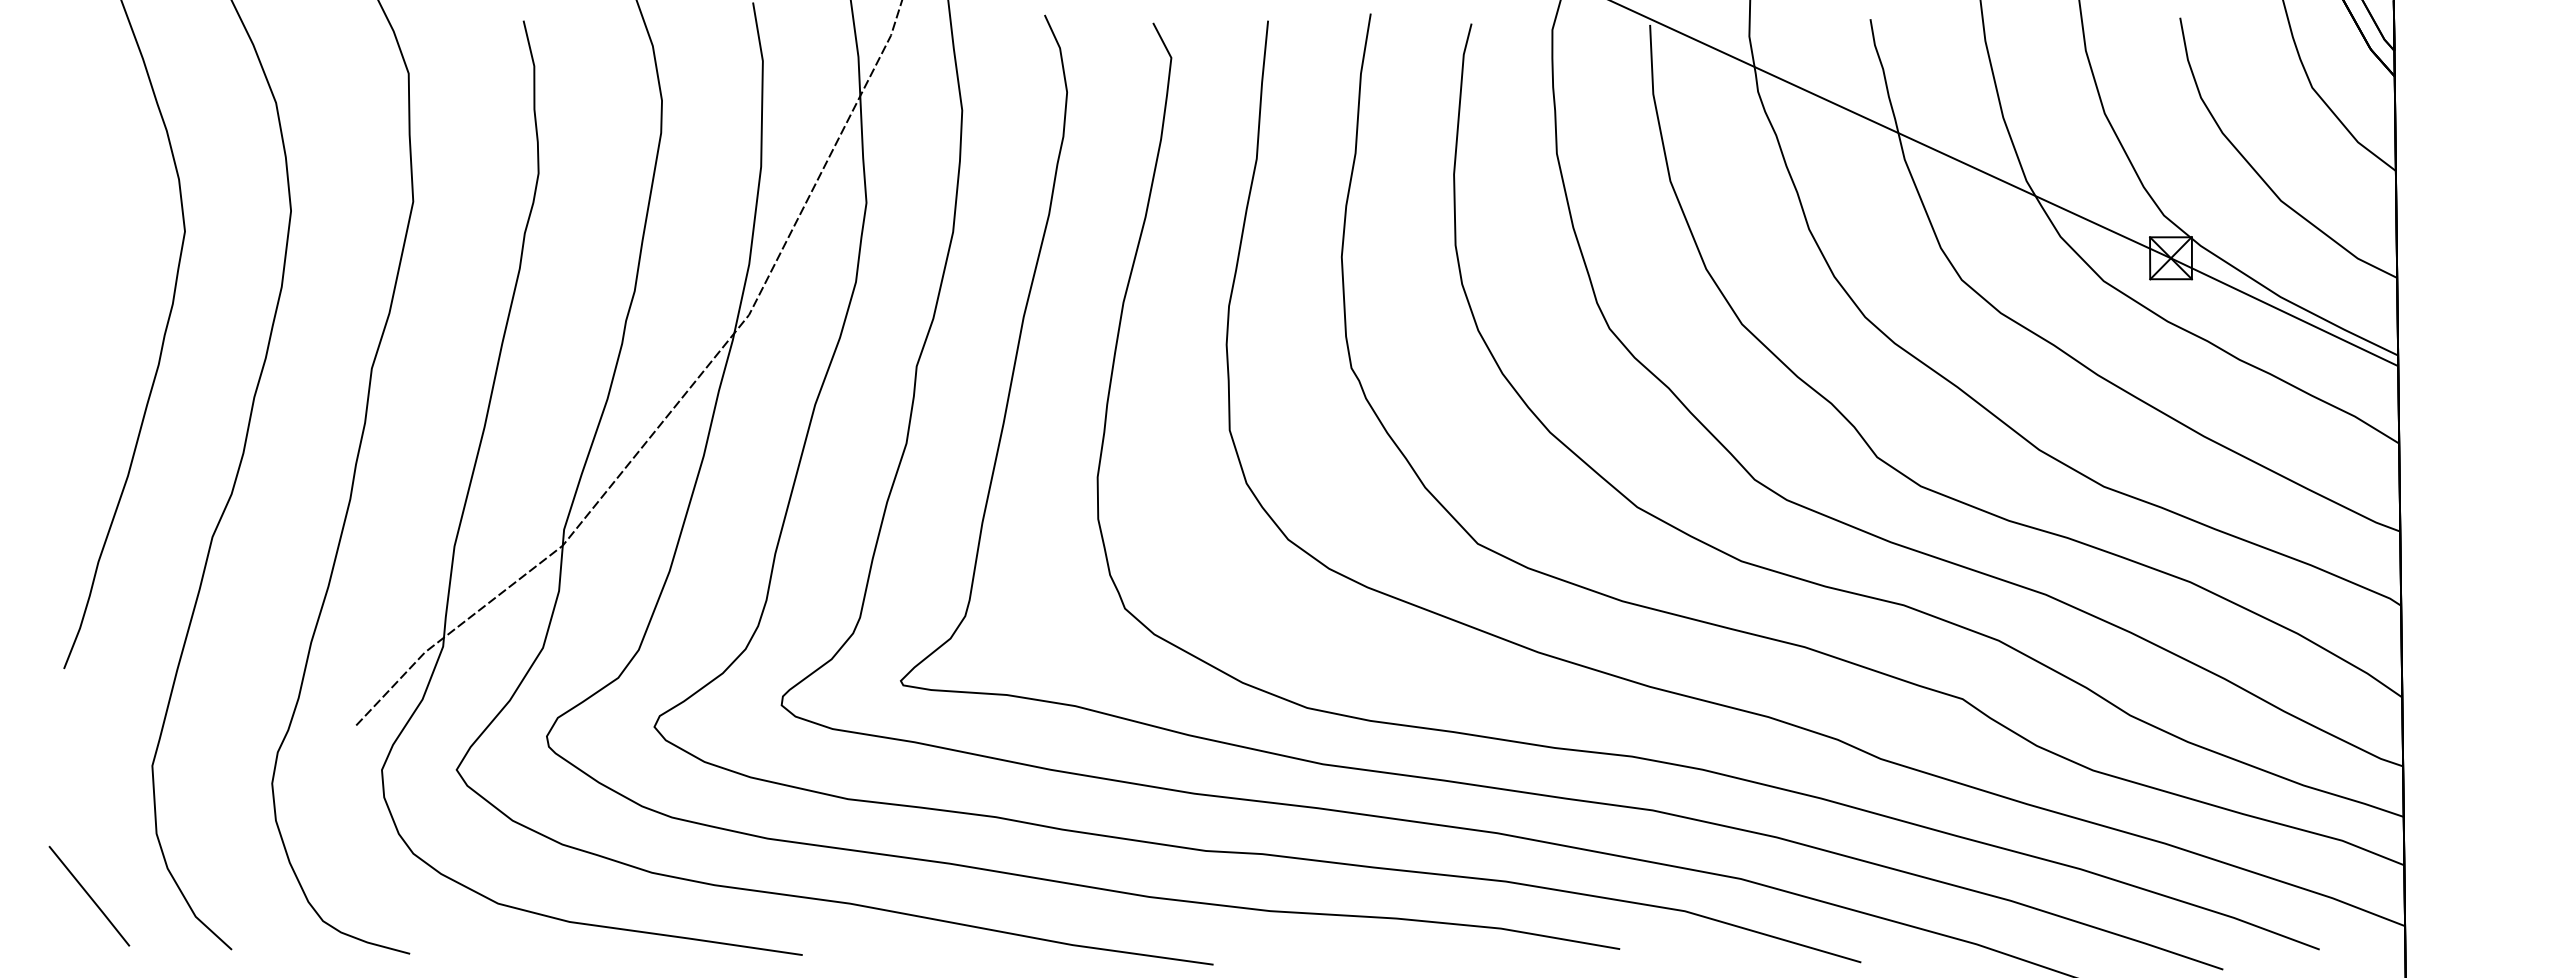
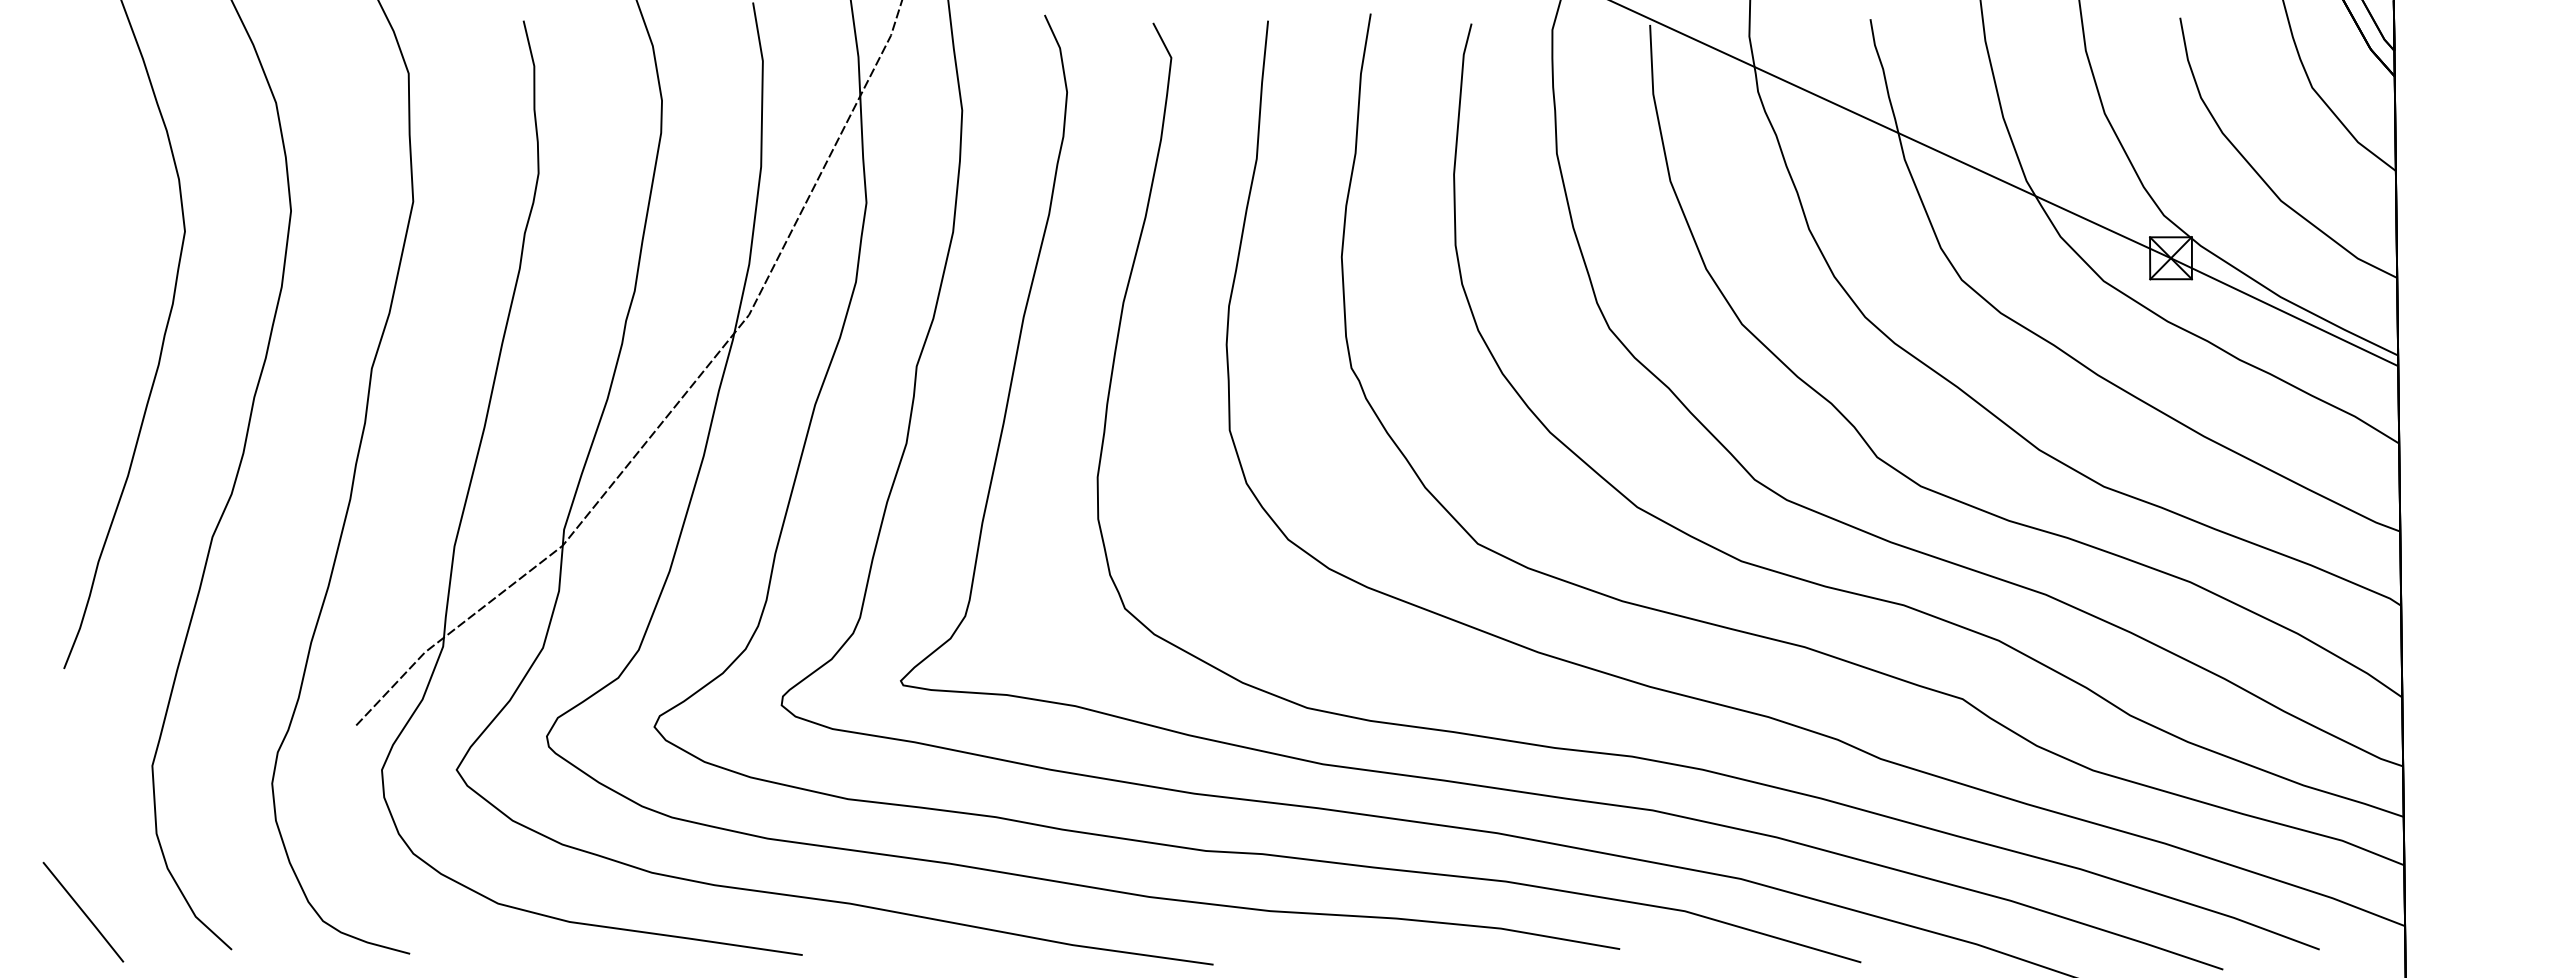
line at (89, 895) position: (89, 895) -> (83, 911)
